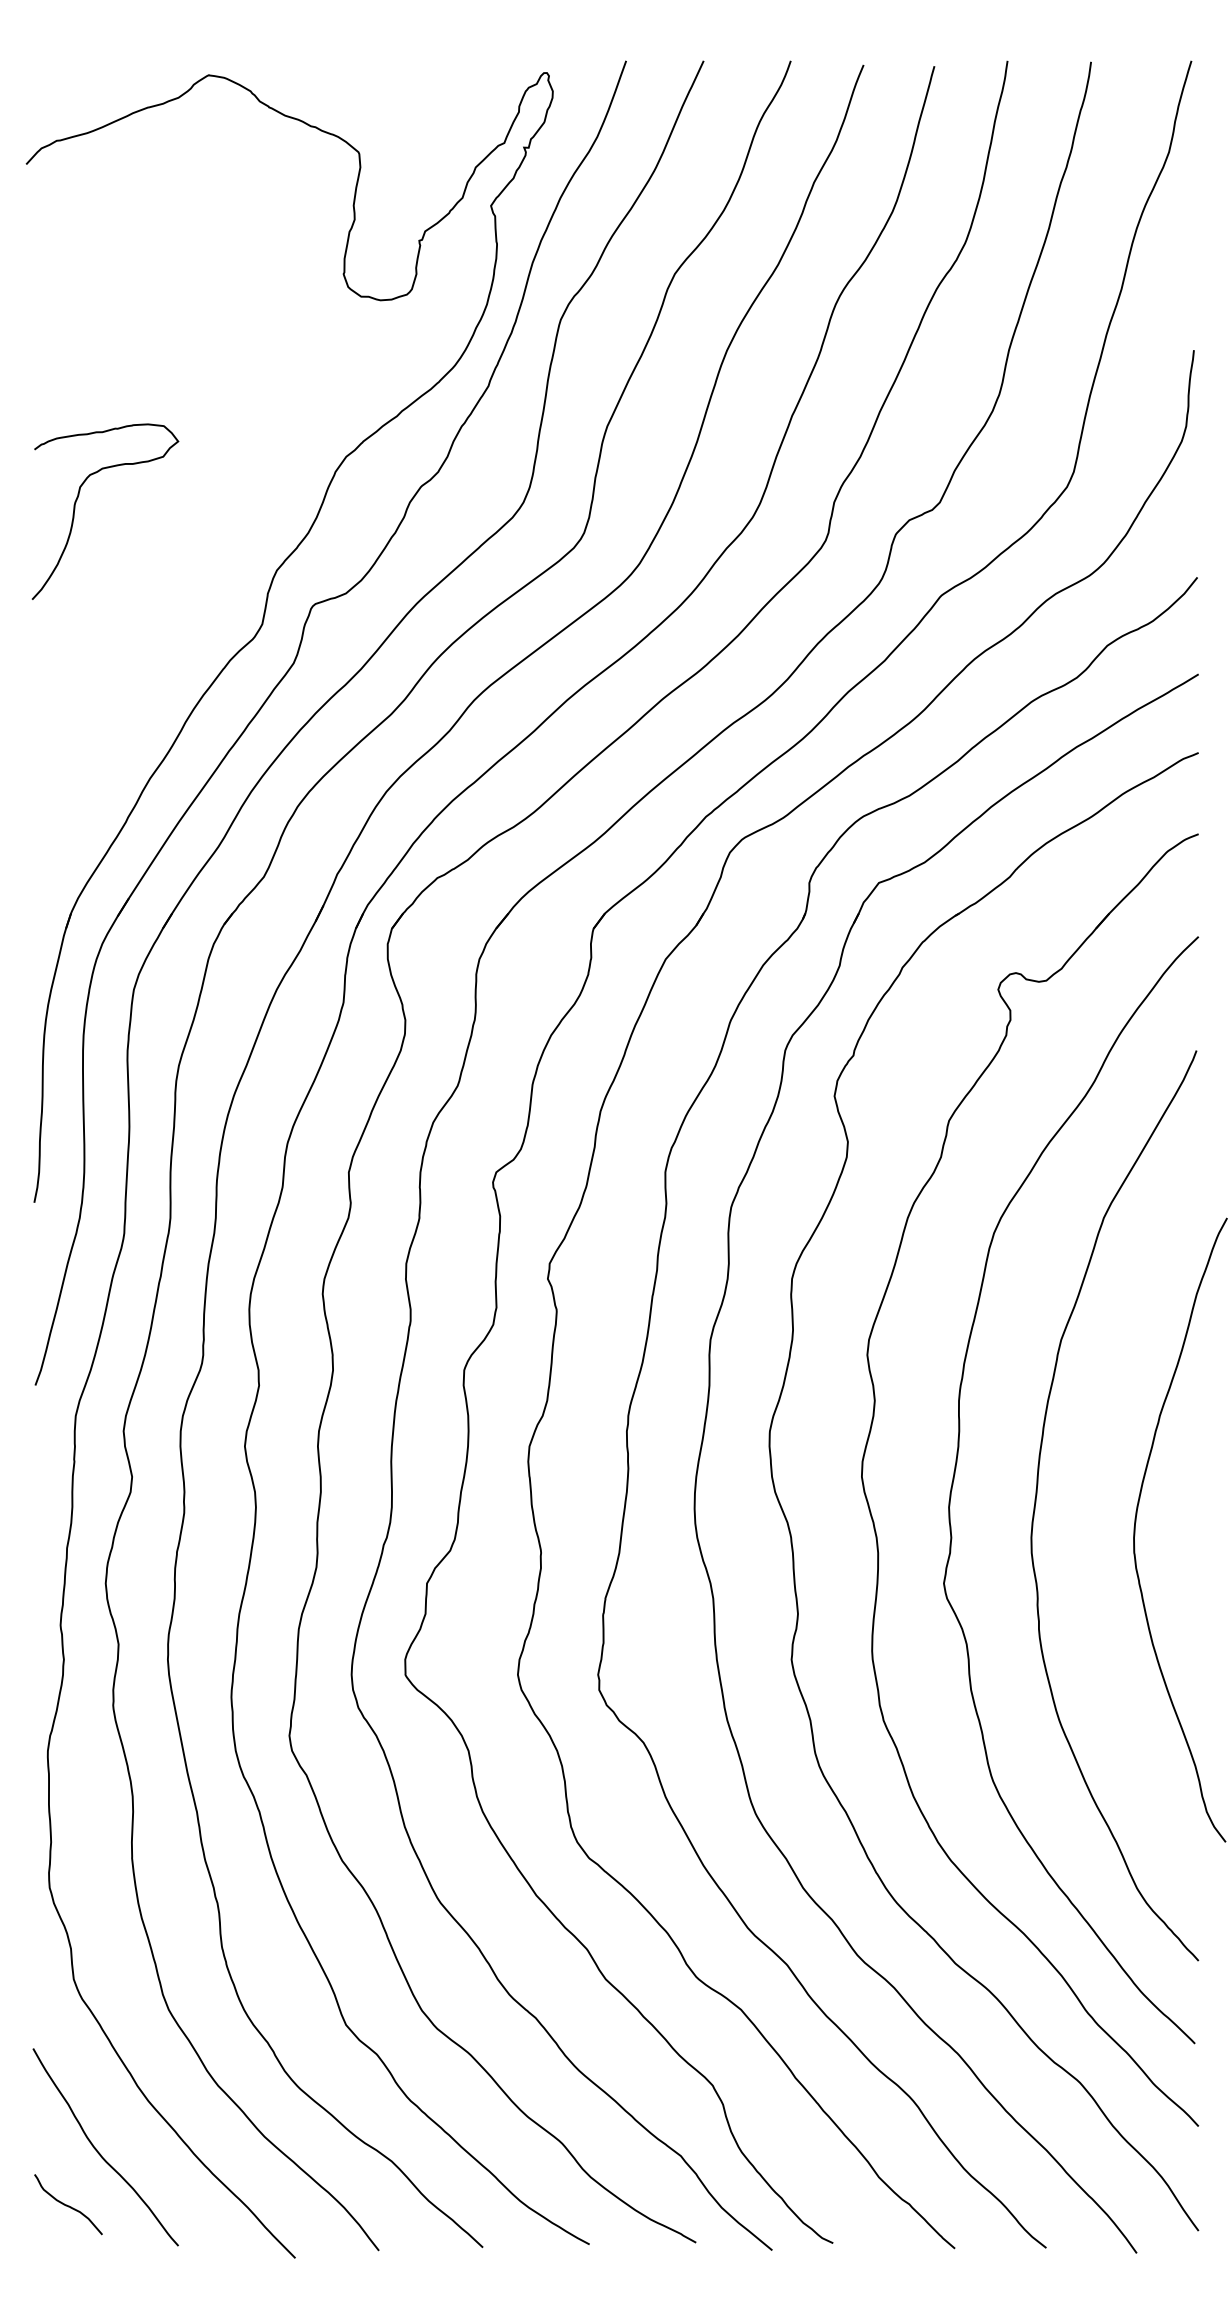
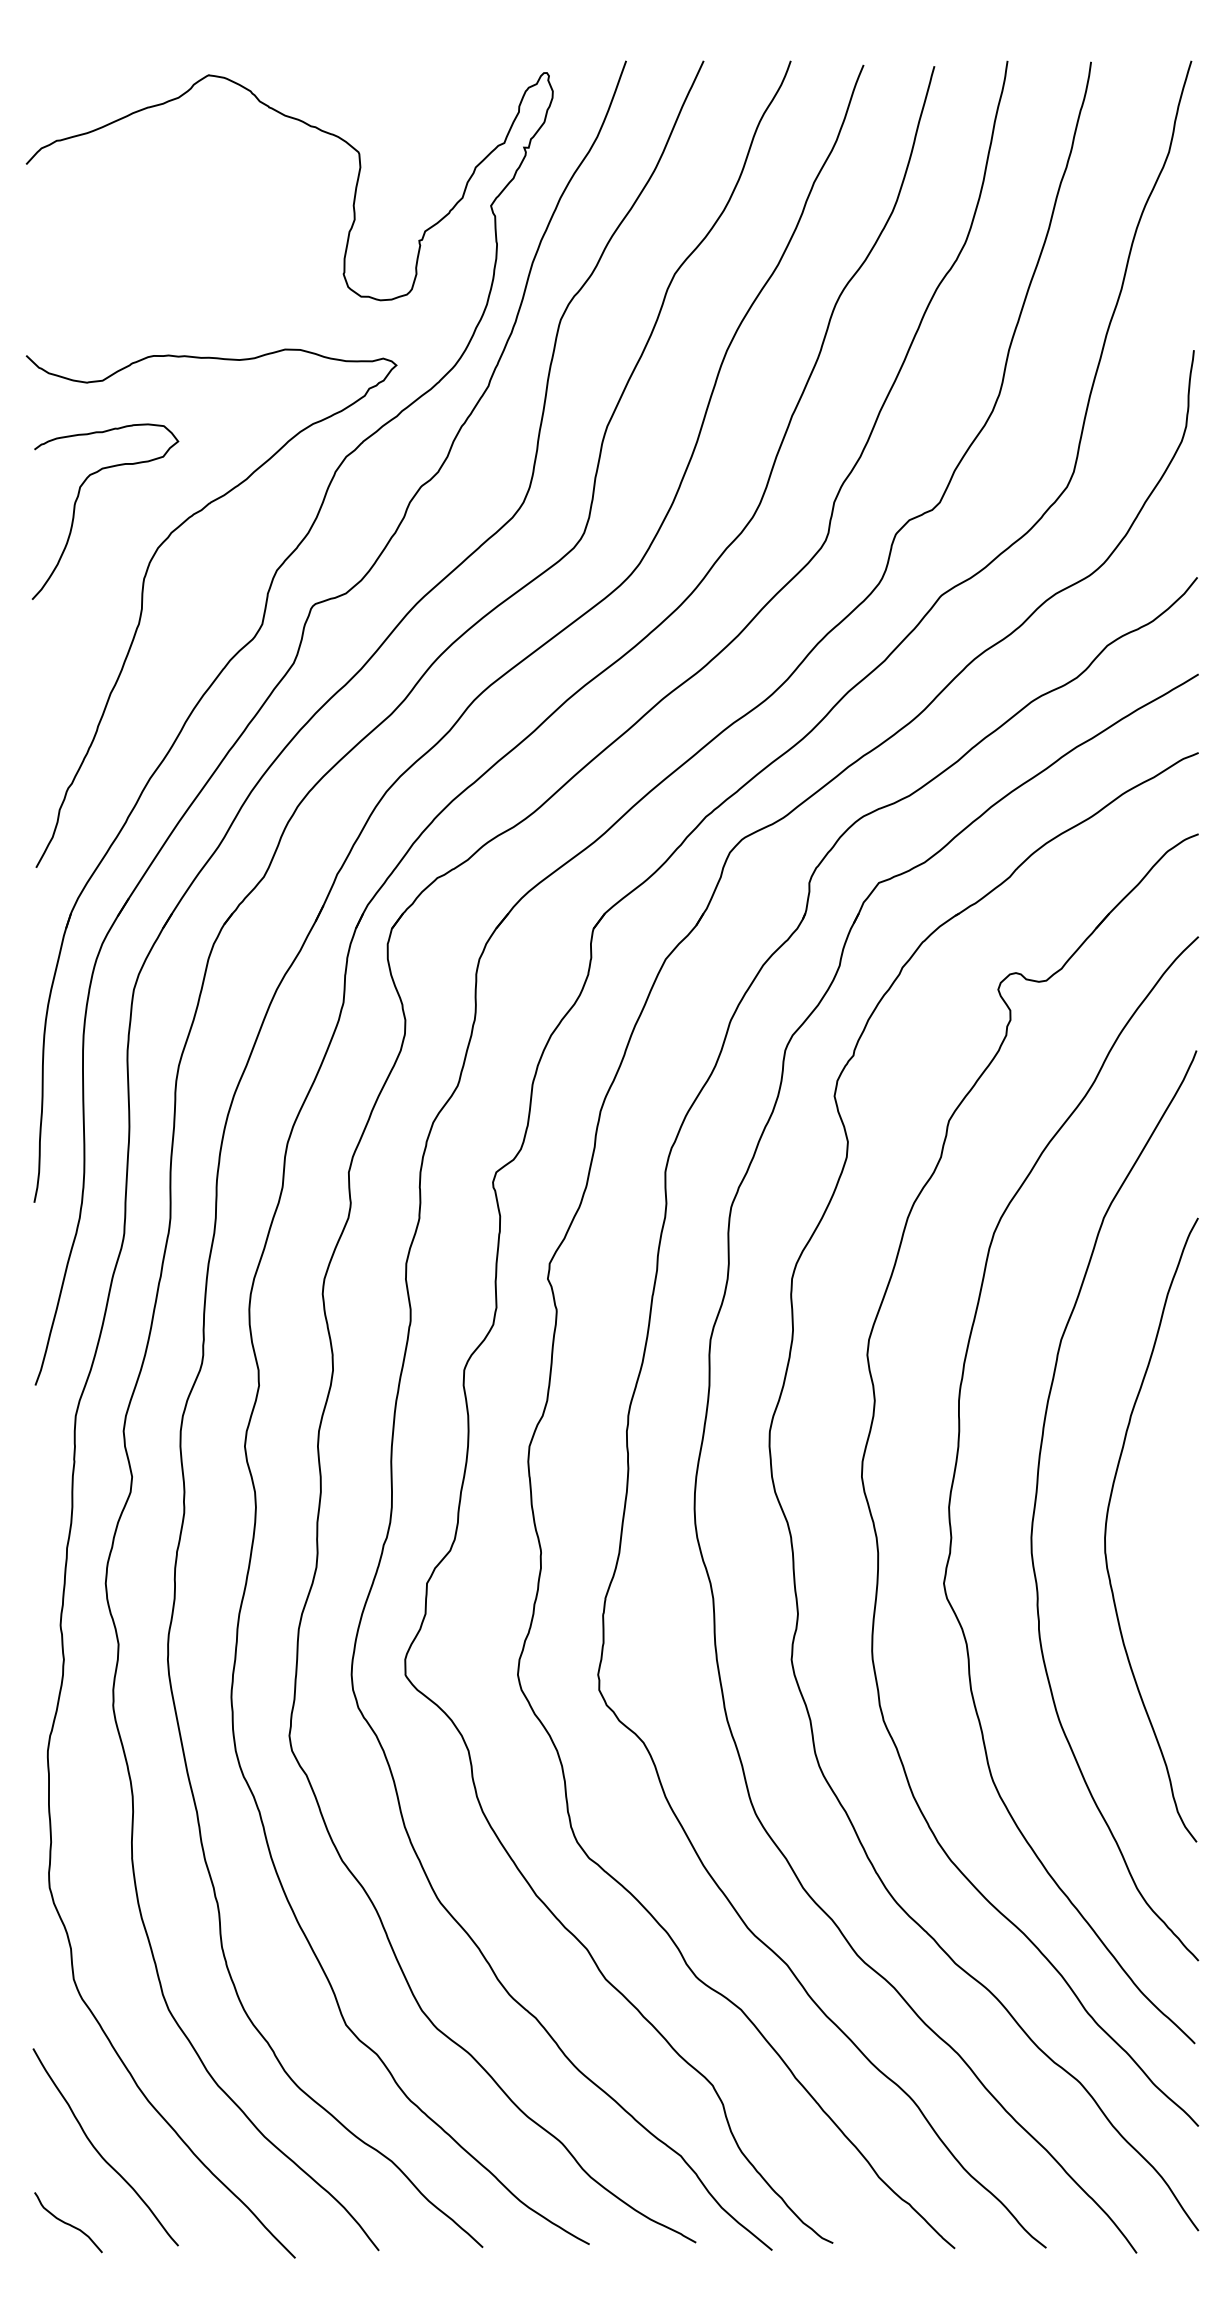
curve at (143, 600): none -> present
curve at (1136, 1522) position: (1136, 1522) -> (1107, 1522)
curve at (68, 2205) position: (68, 2205) -> (68, 2223)
